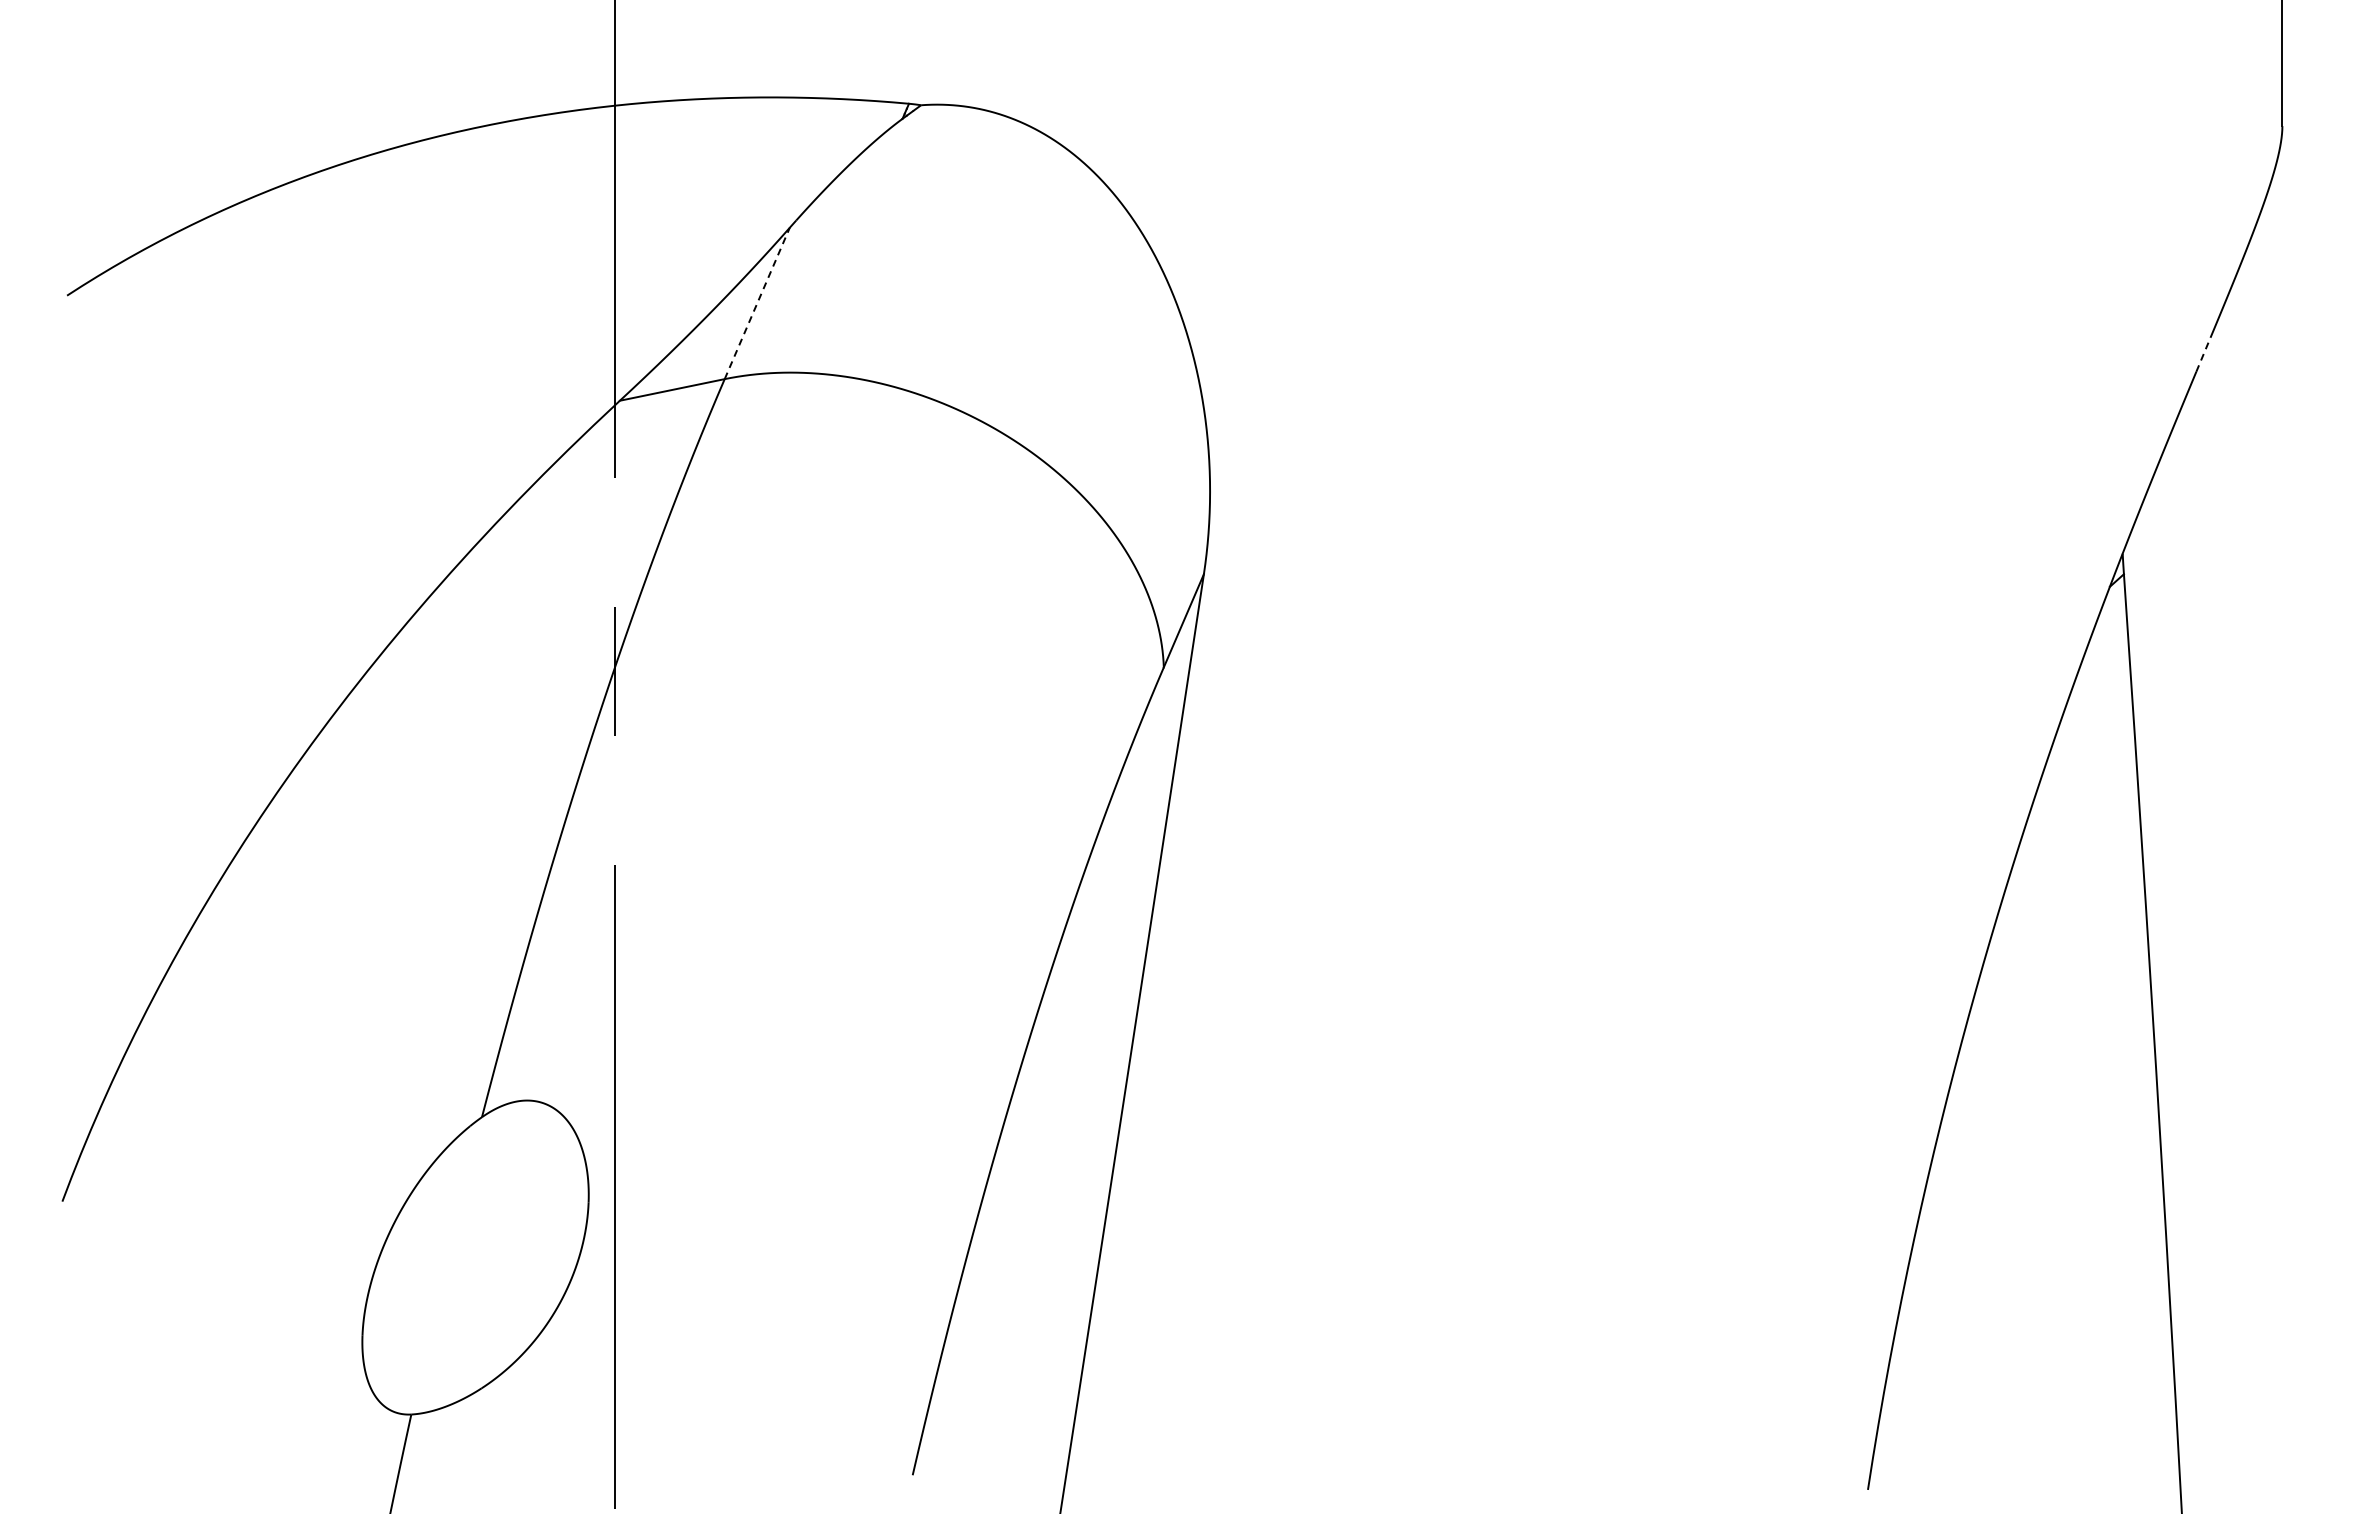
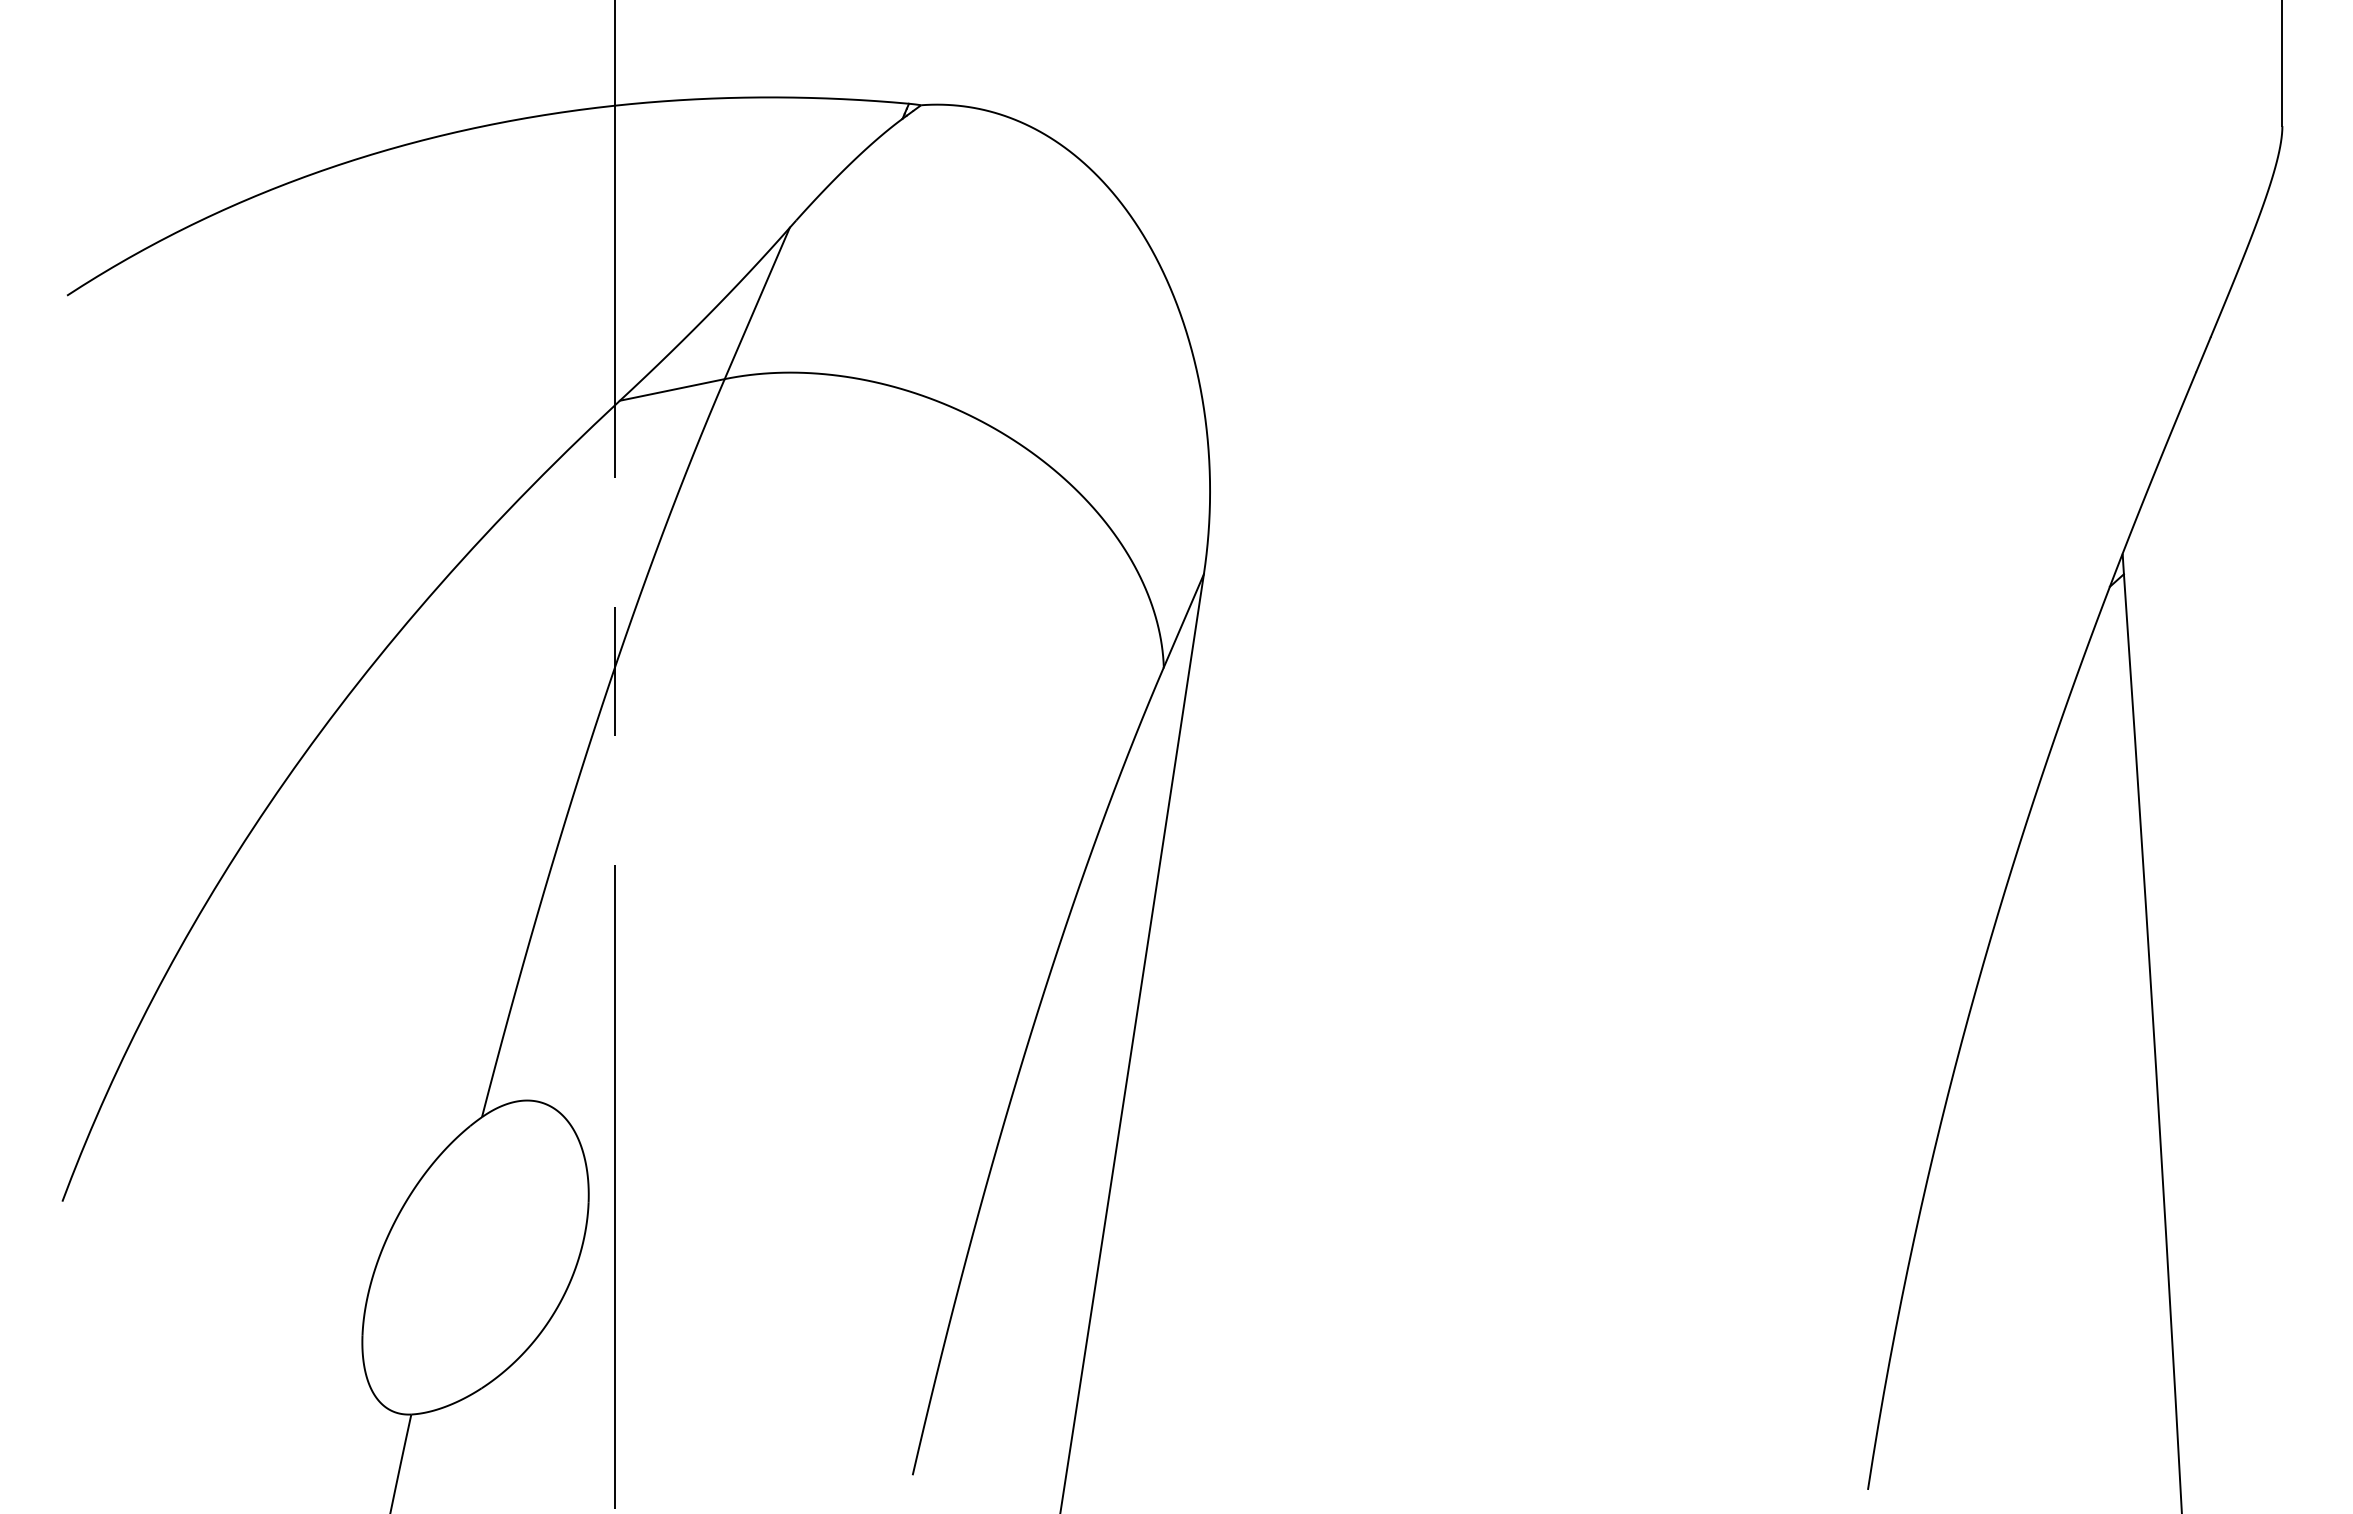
line at (757, 302): dashed -> solid
line at (2203, 354): dashed -> solid
